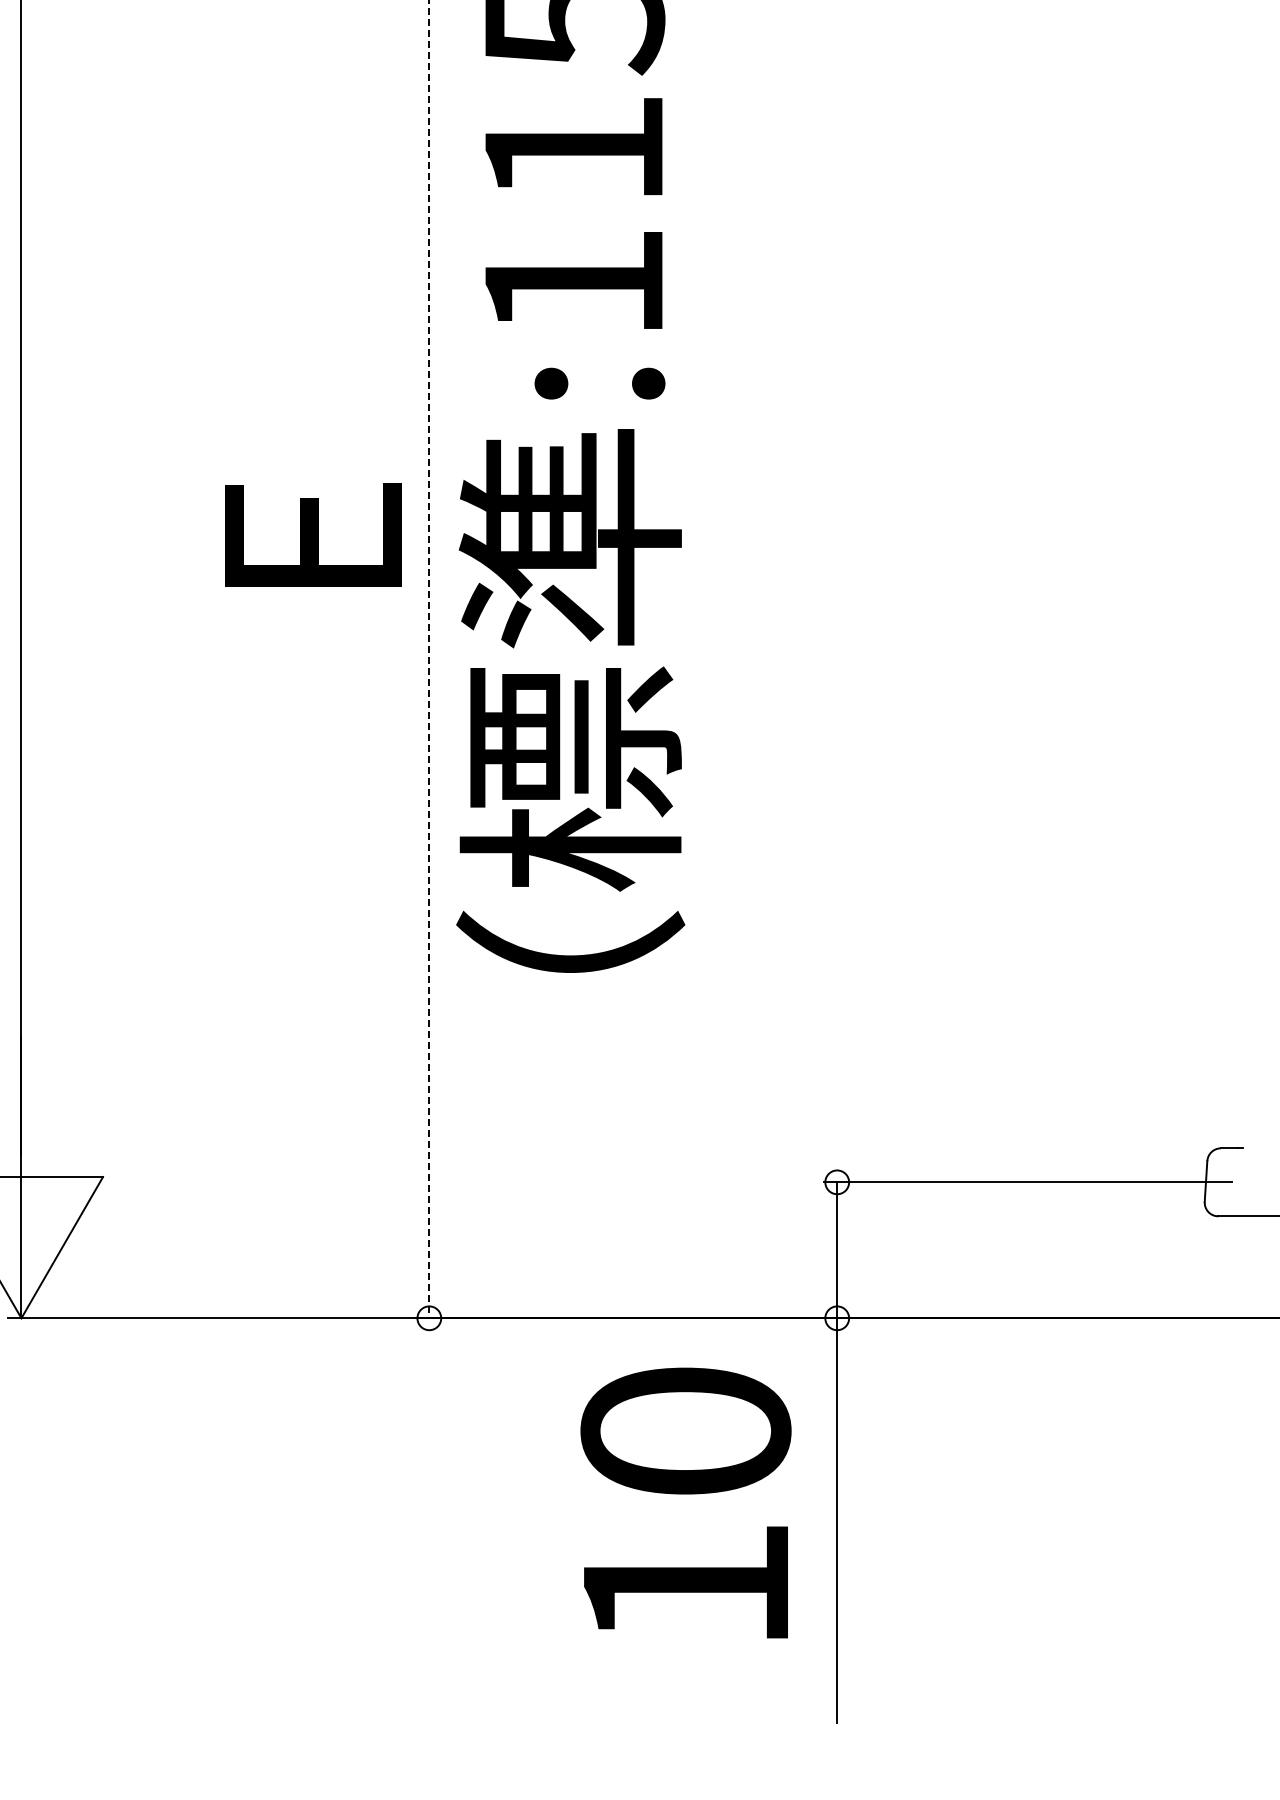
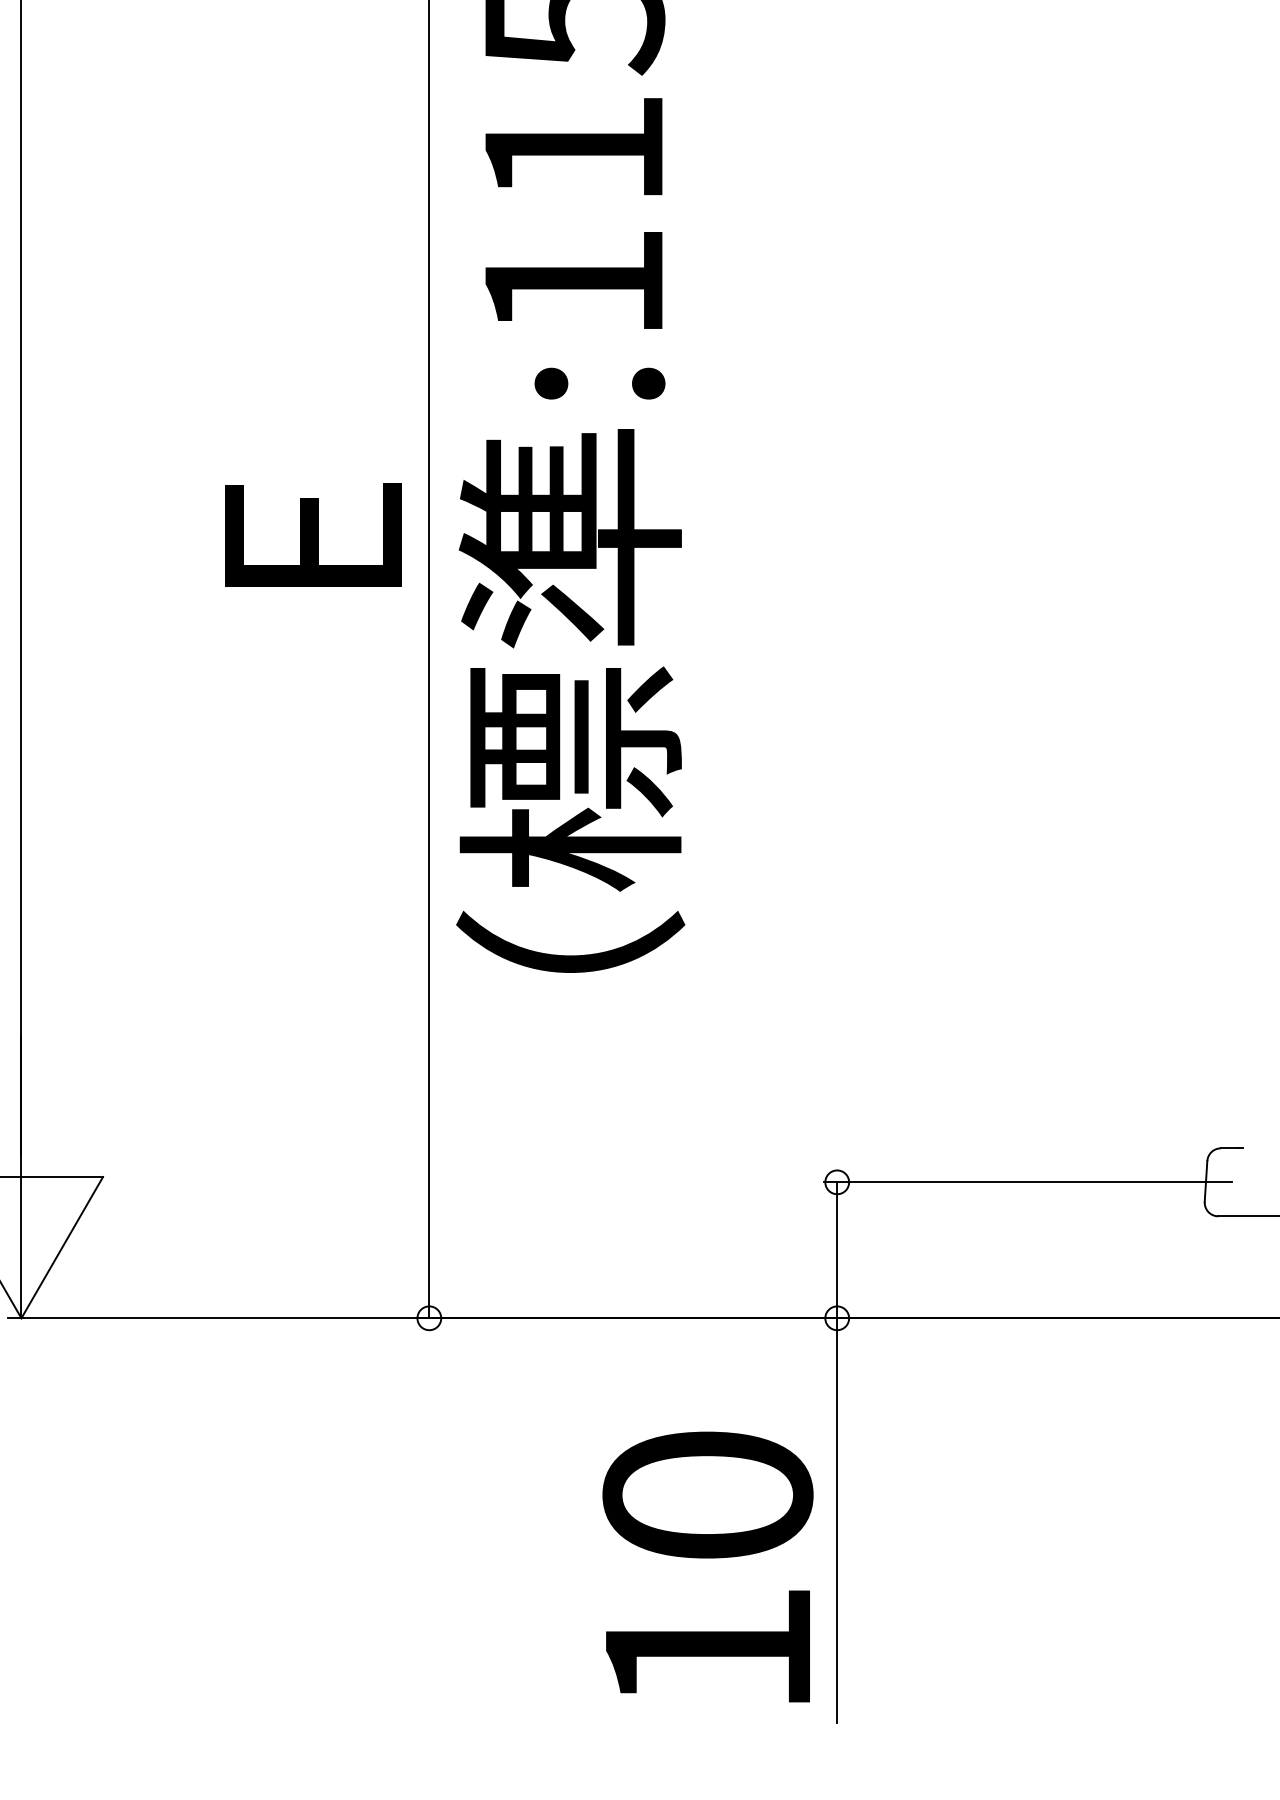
line at (429, 659): dashed -> solid
text at (685, 1502) position: (685, 1502) -> (707, 1566)
